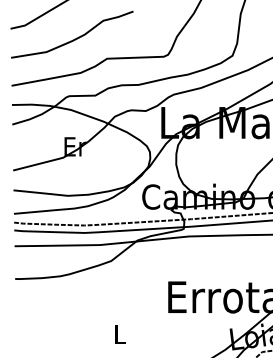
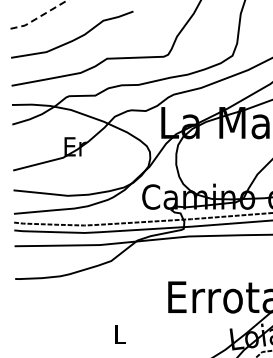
line at (39, 16): solid -> dashed
